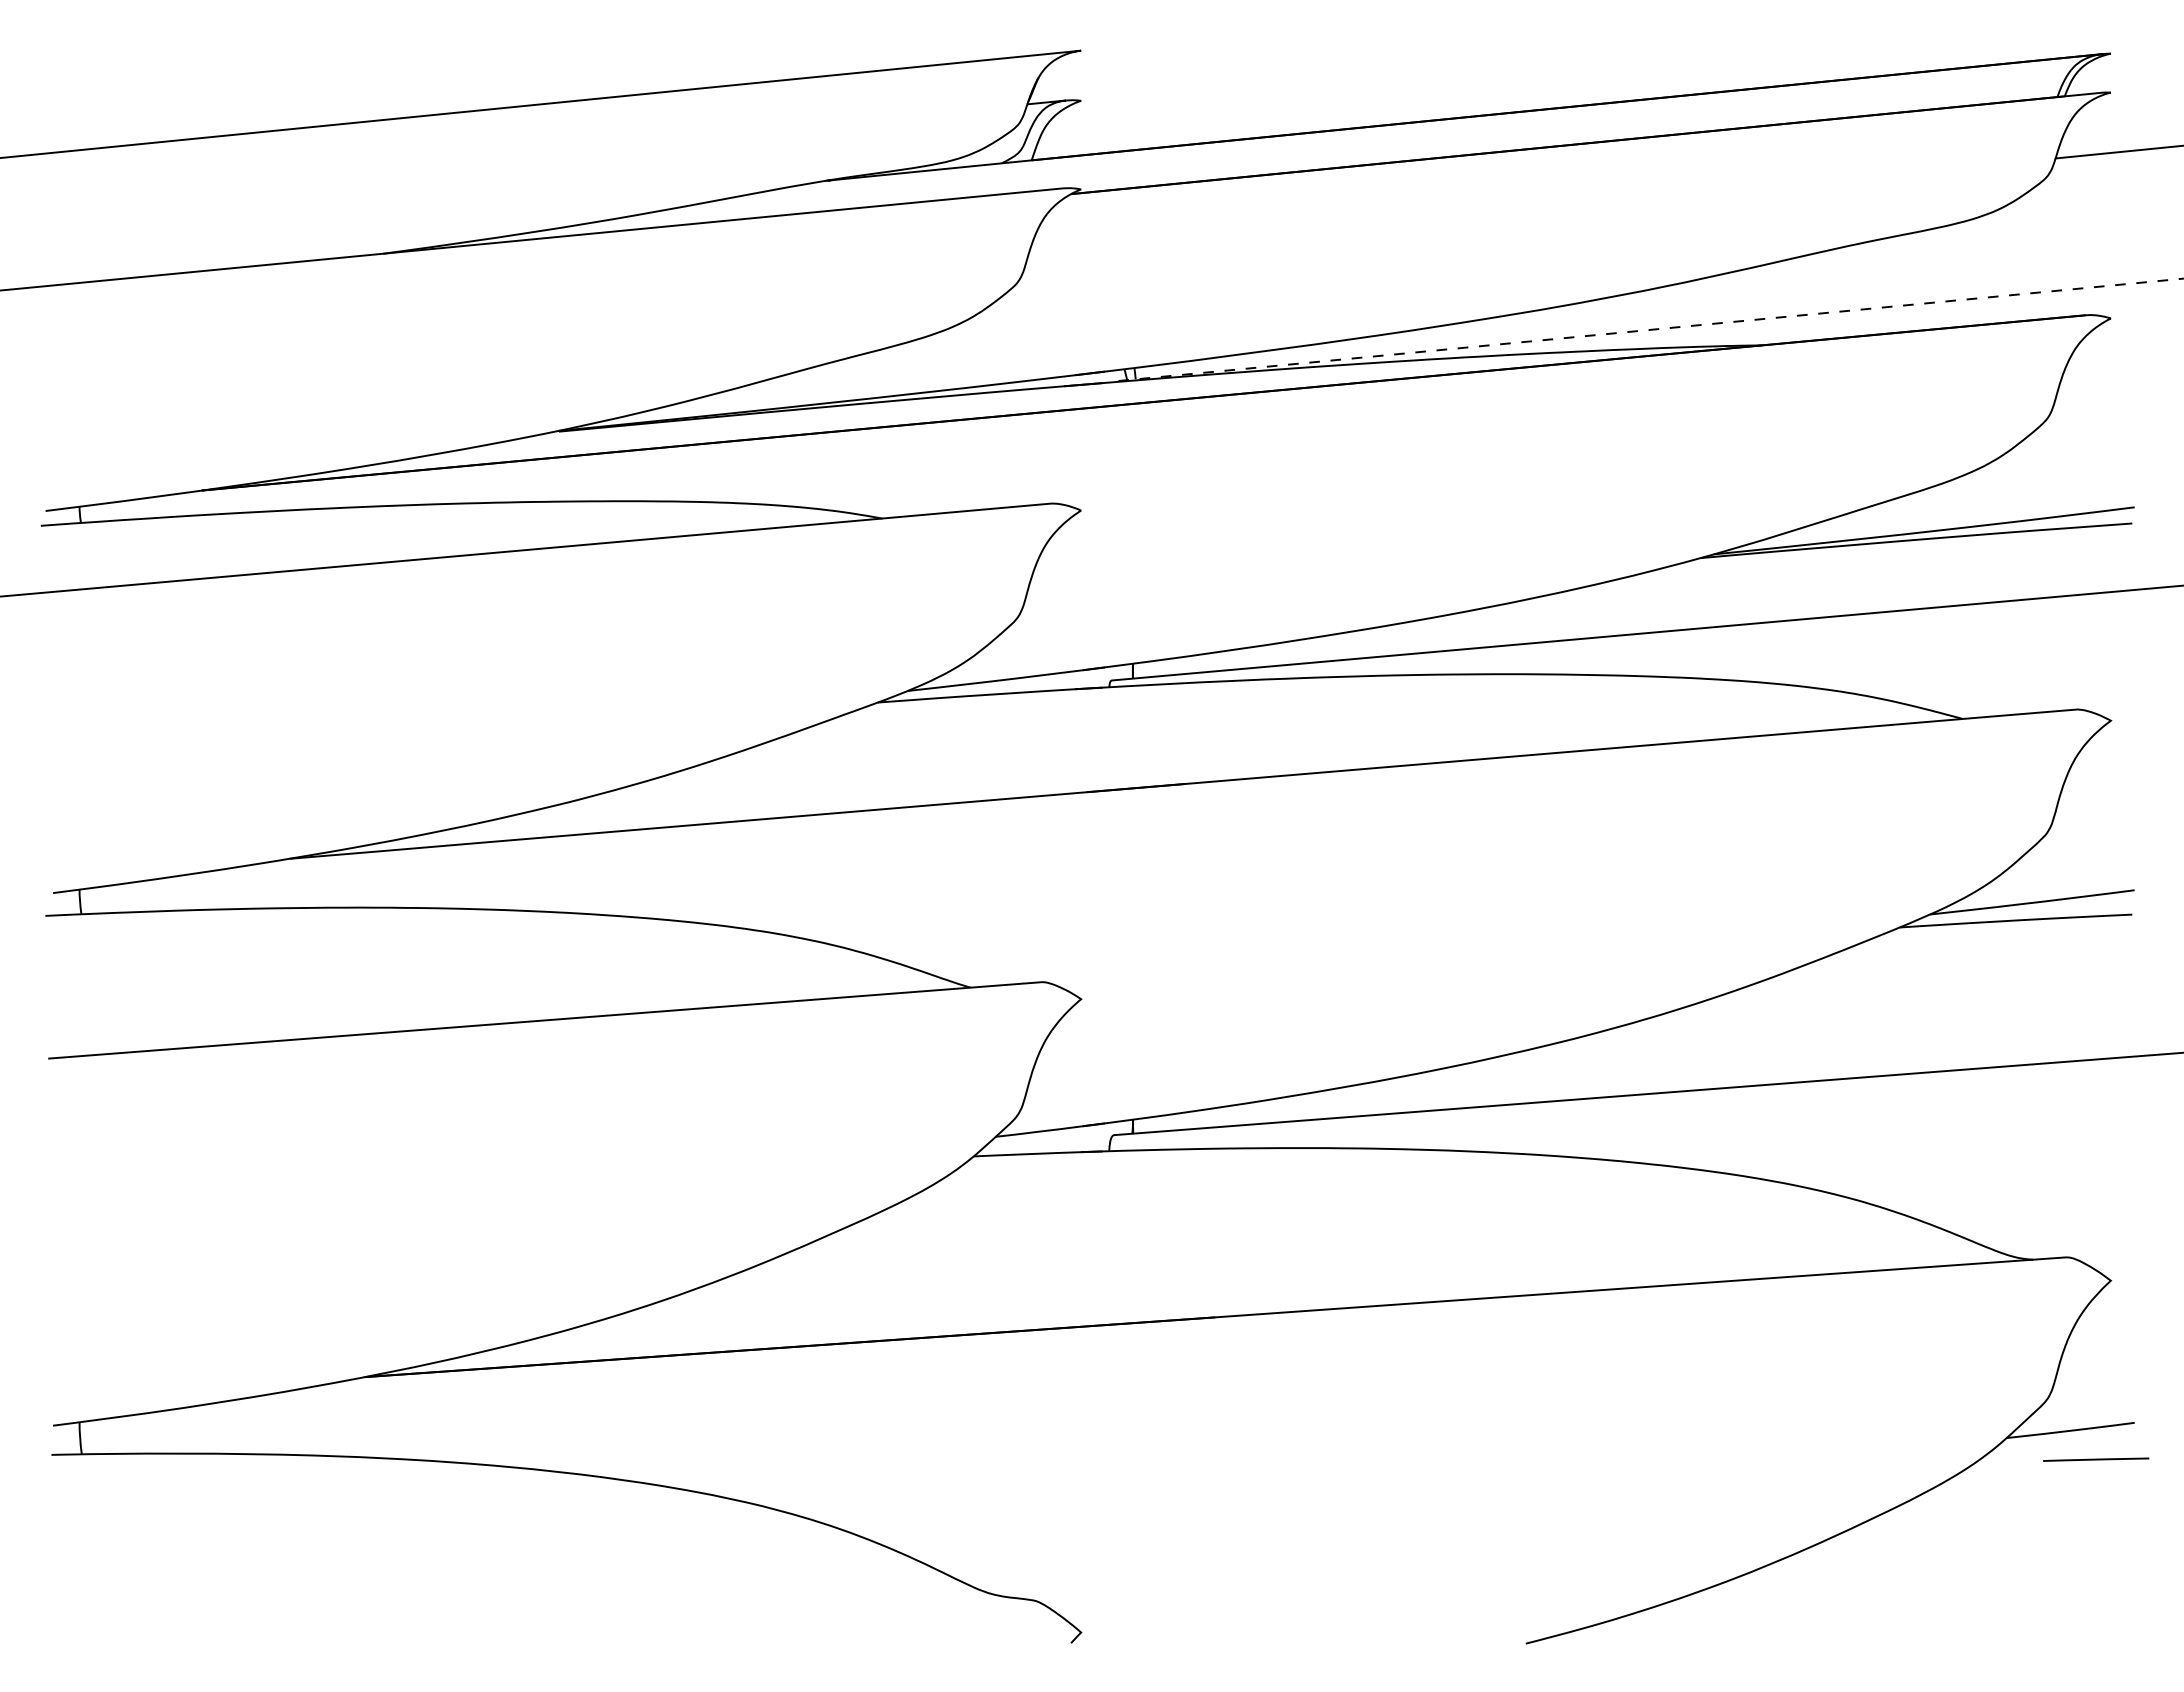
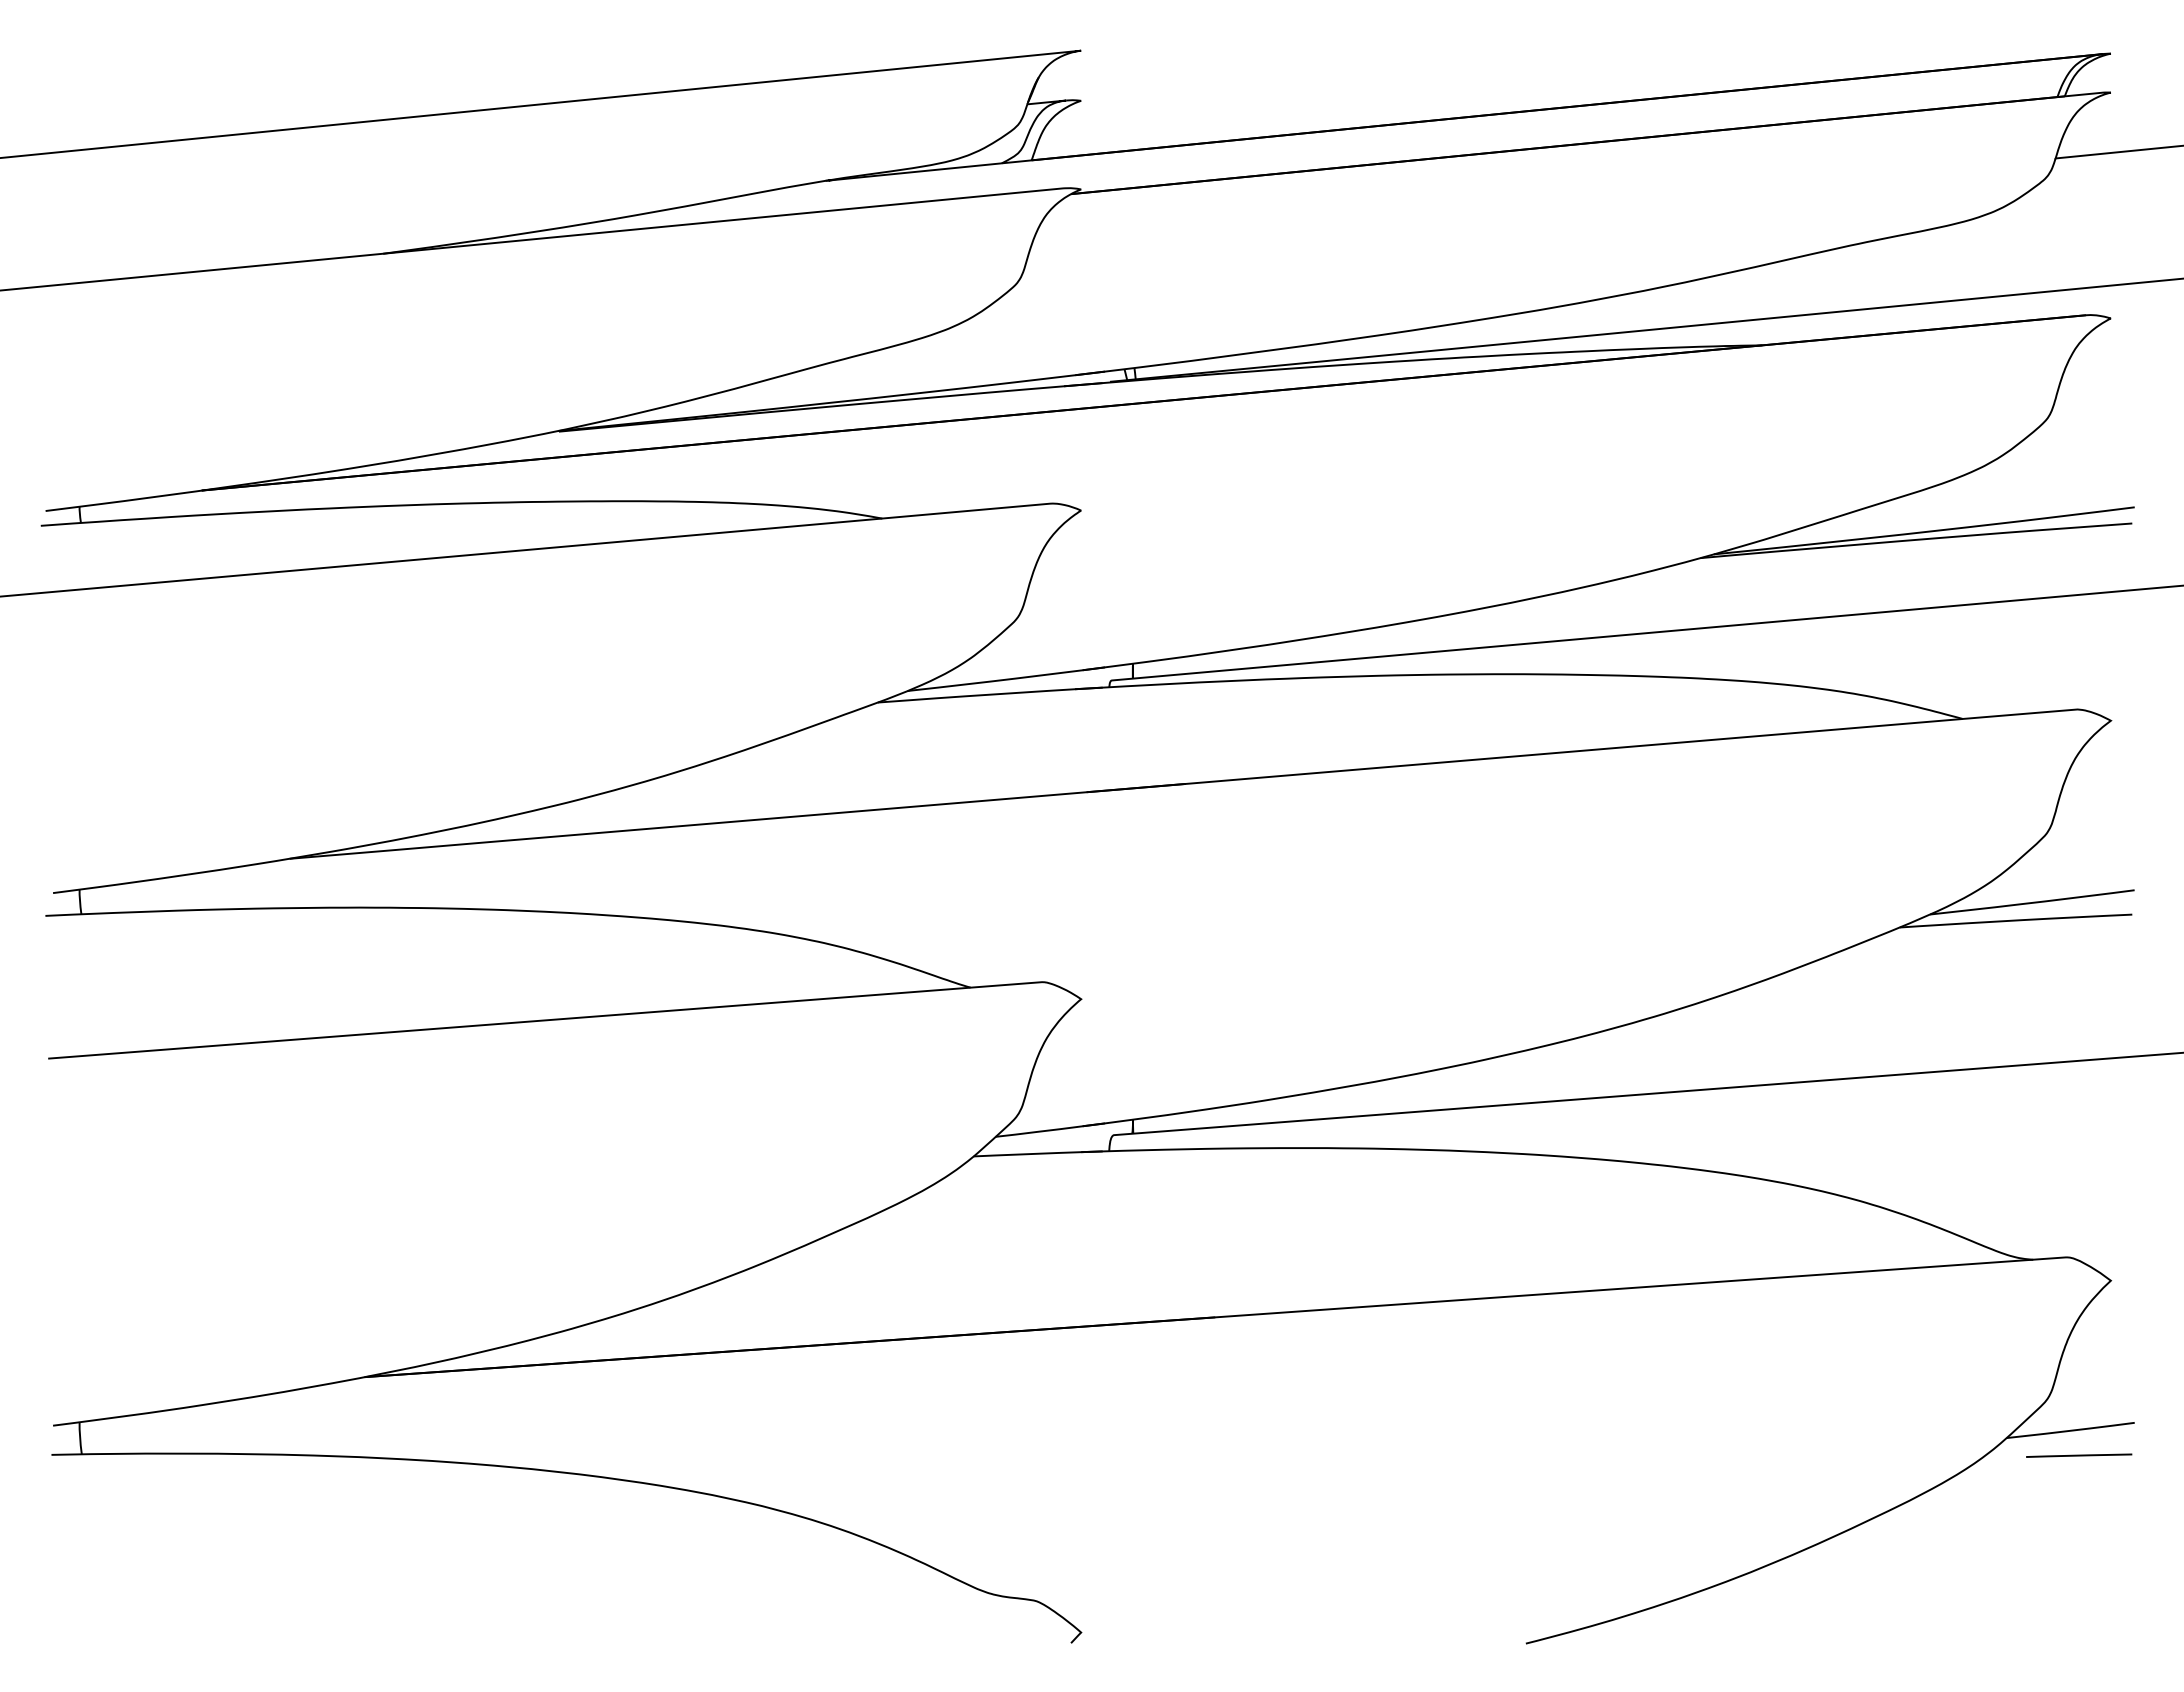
line at (1646, 330): dashed -> solid
line at (2096, 1459) position: (2096, 1459) -> (2079, 1455)
